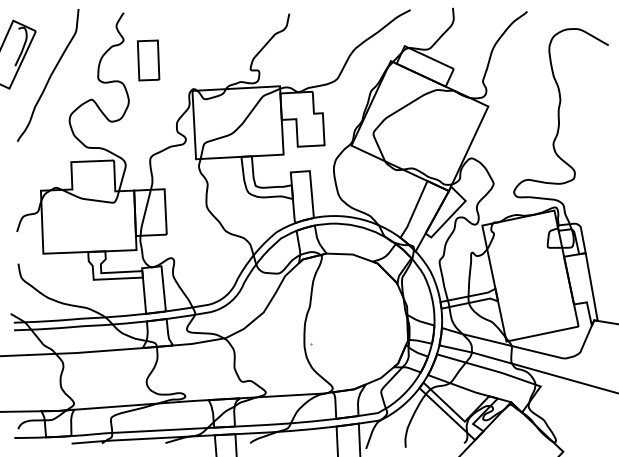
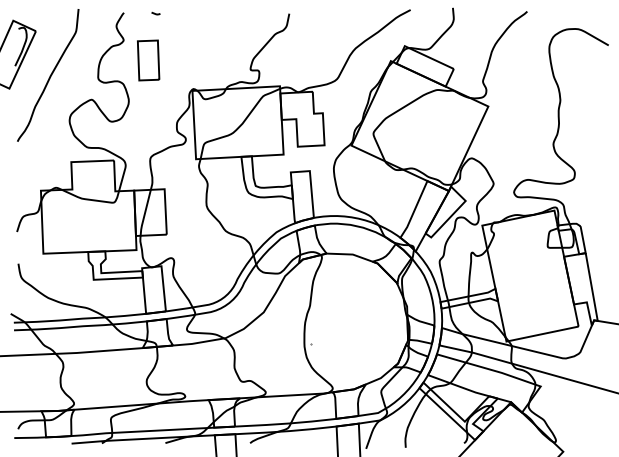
line at (155, 13): none -> present
